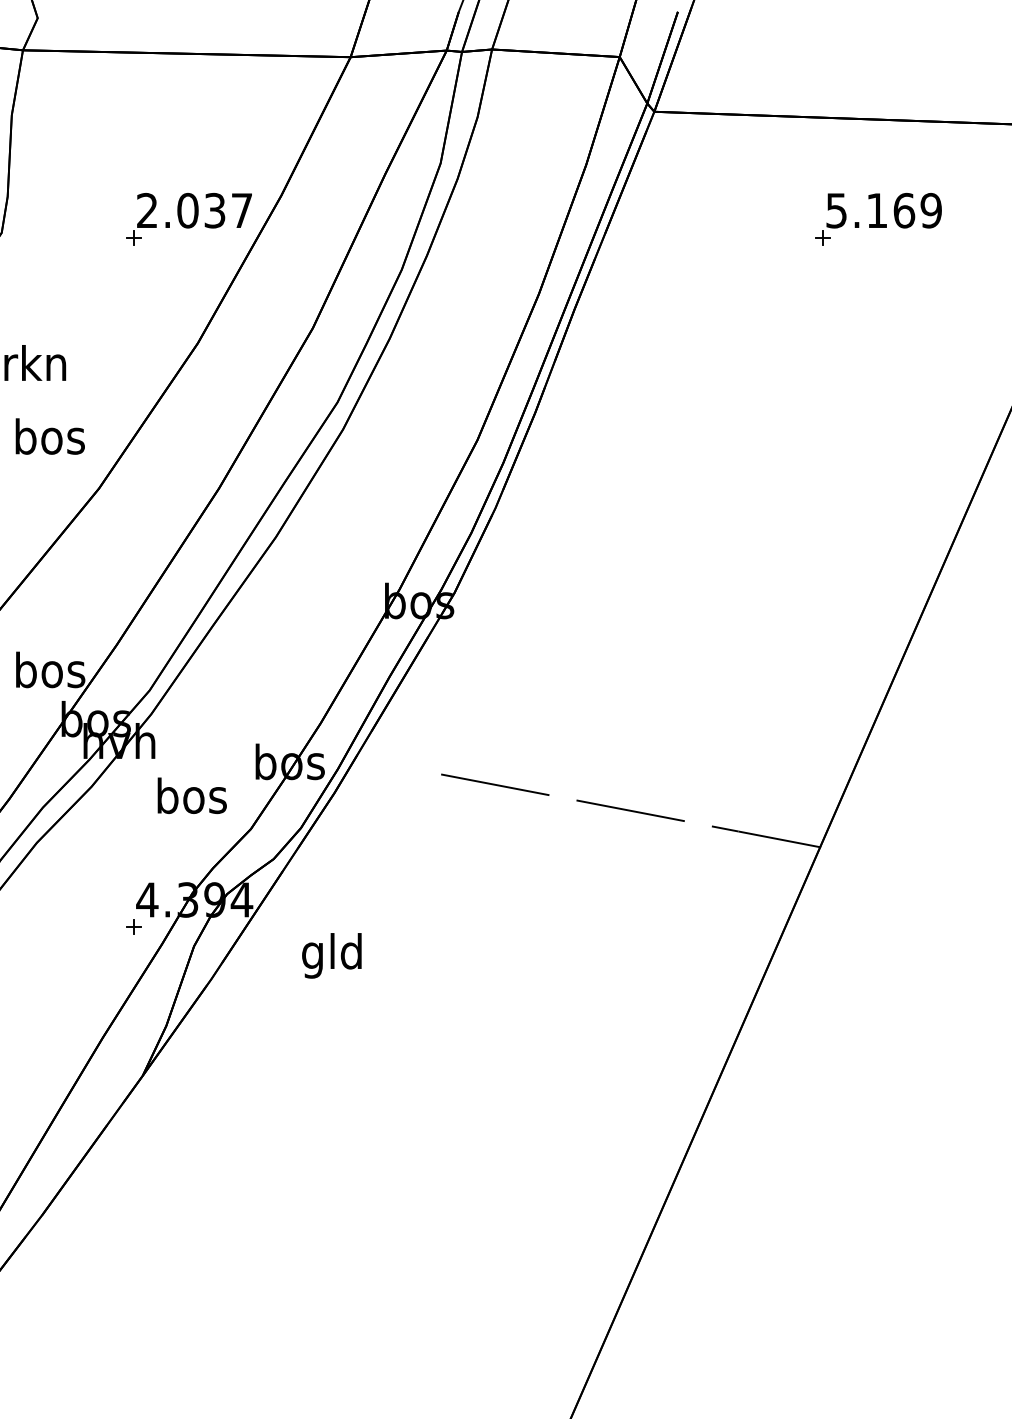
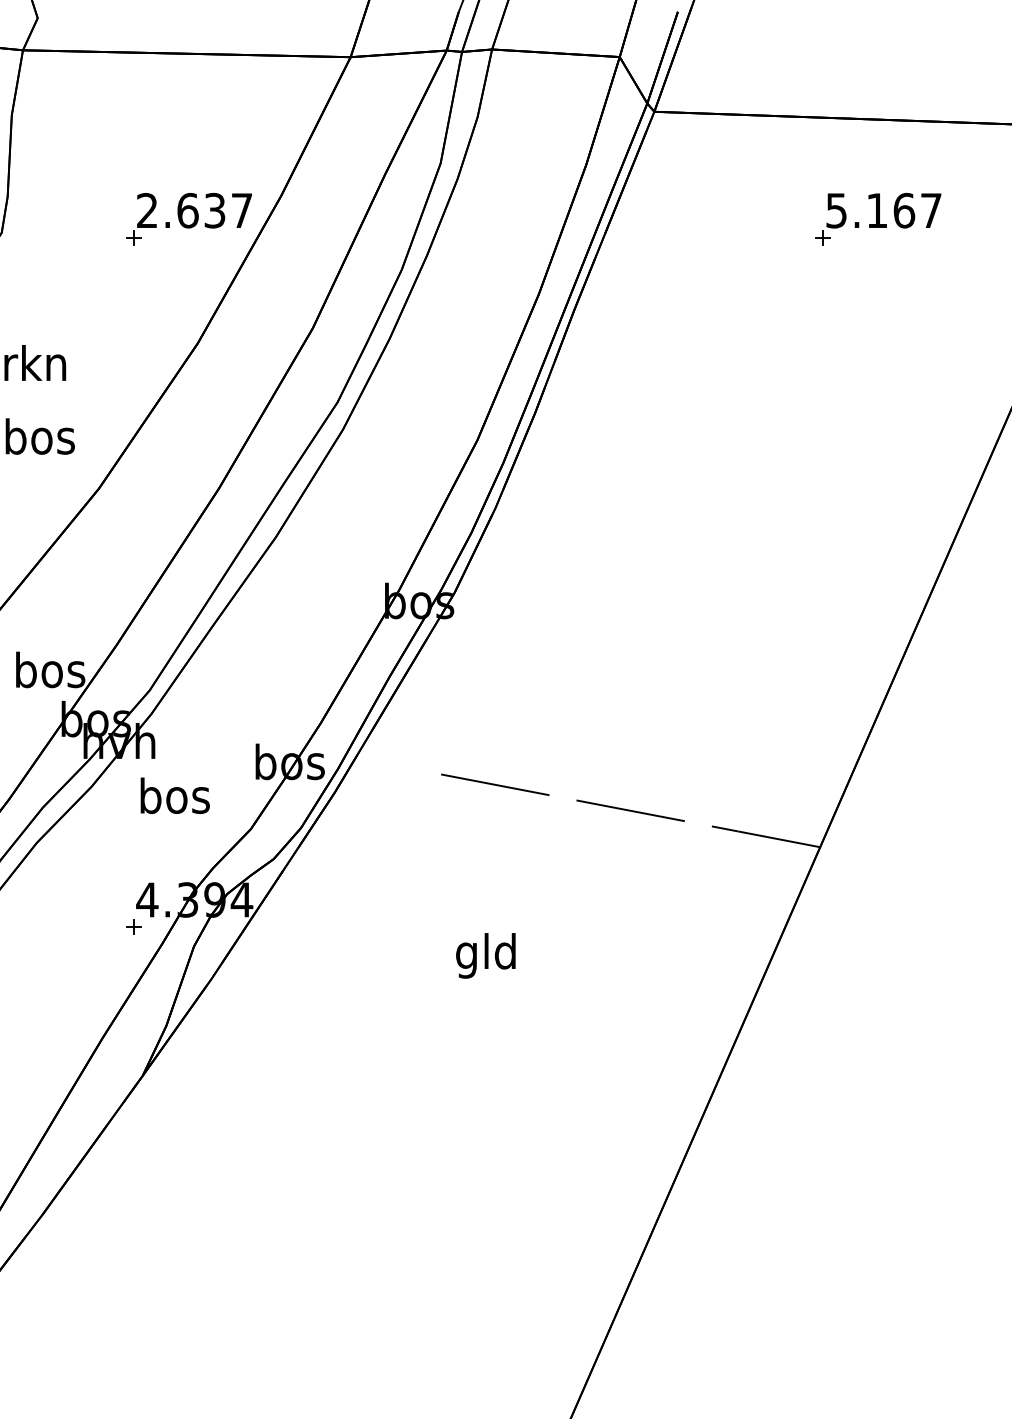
text at (187, 210): 2.037 -> 2.637
text at (930, 210): 5.169 -> 5.167
text at (49, 436) position: (49, 436) -> (39, 436)
text at (191, 795) position: (191, 795) -> (174, 795)
text at (331, 955) position: (331, 955) -> (485, 955)
